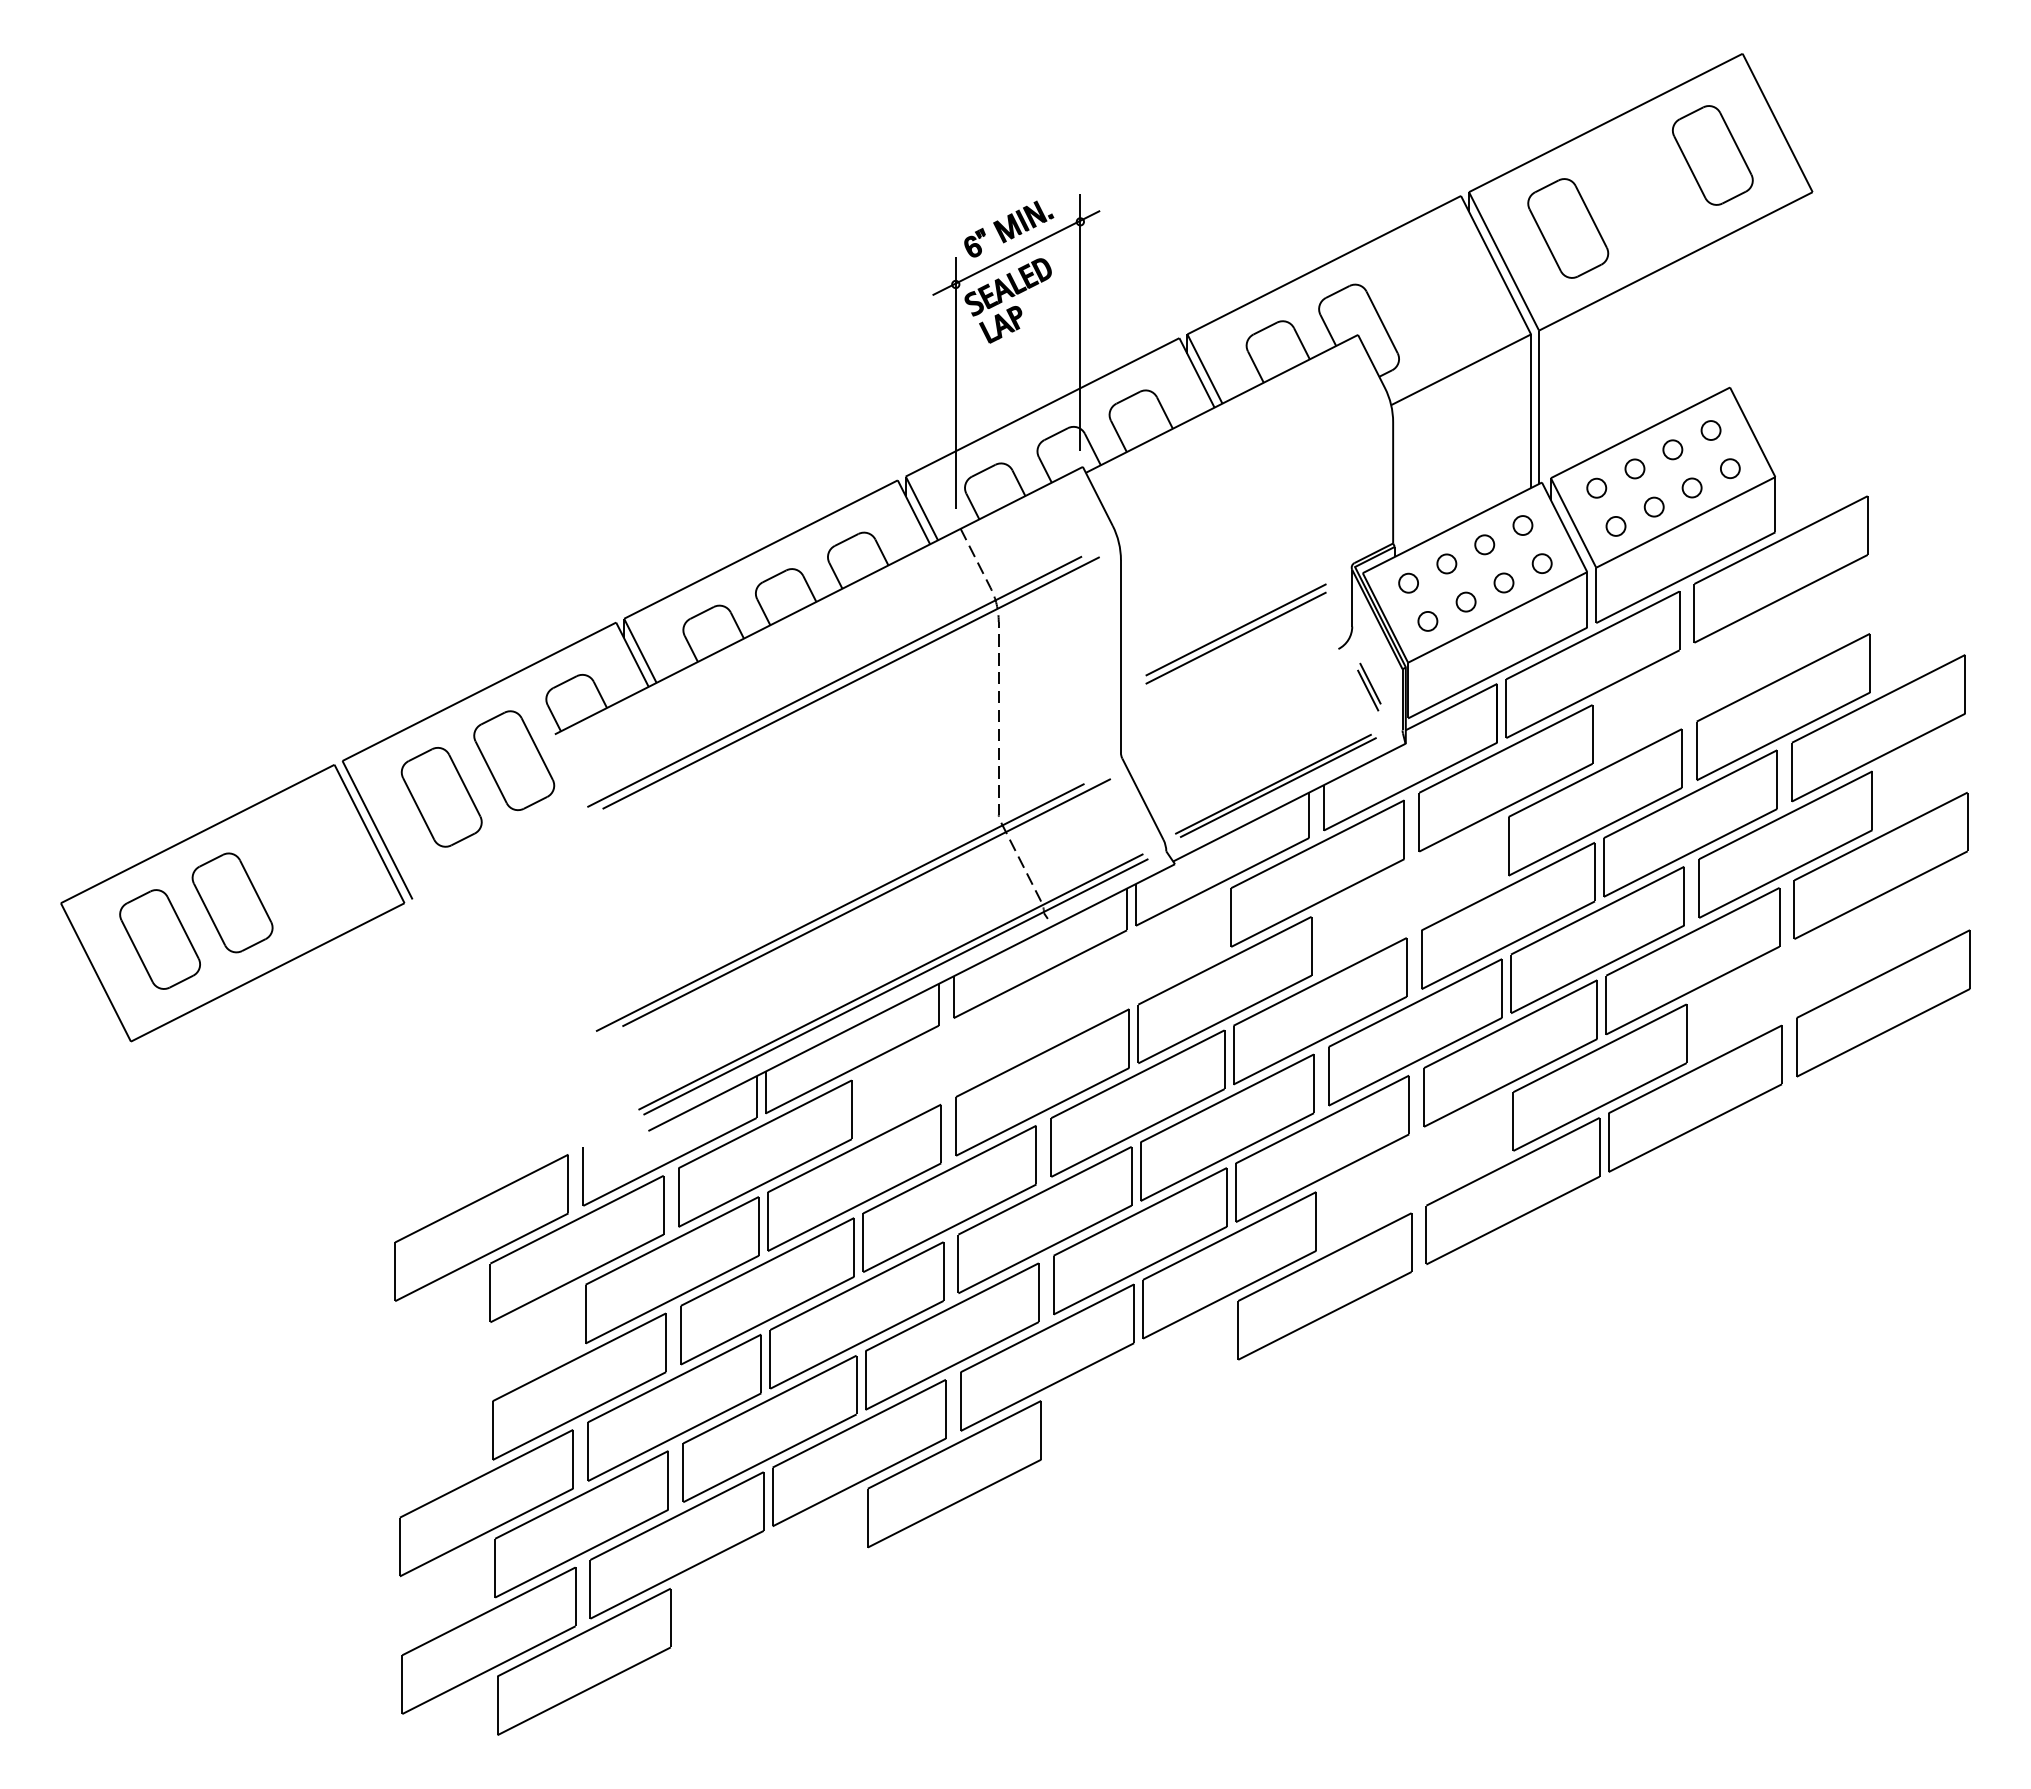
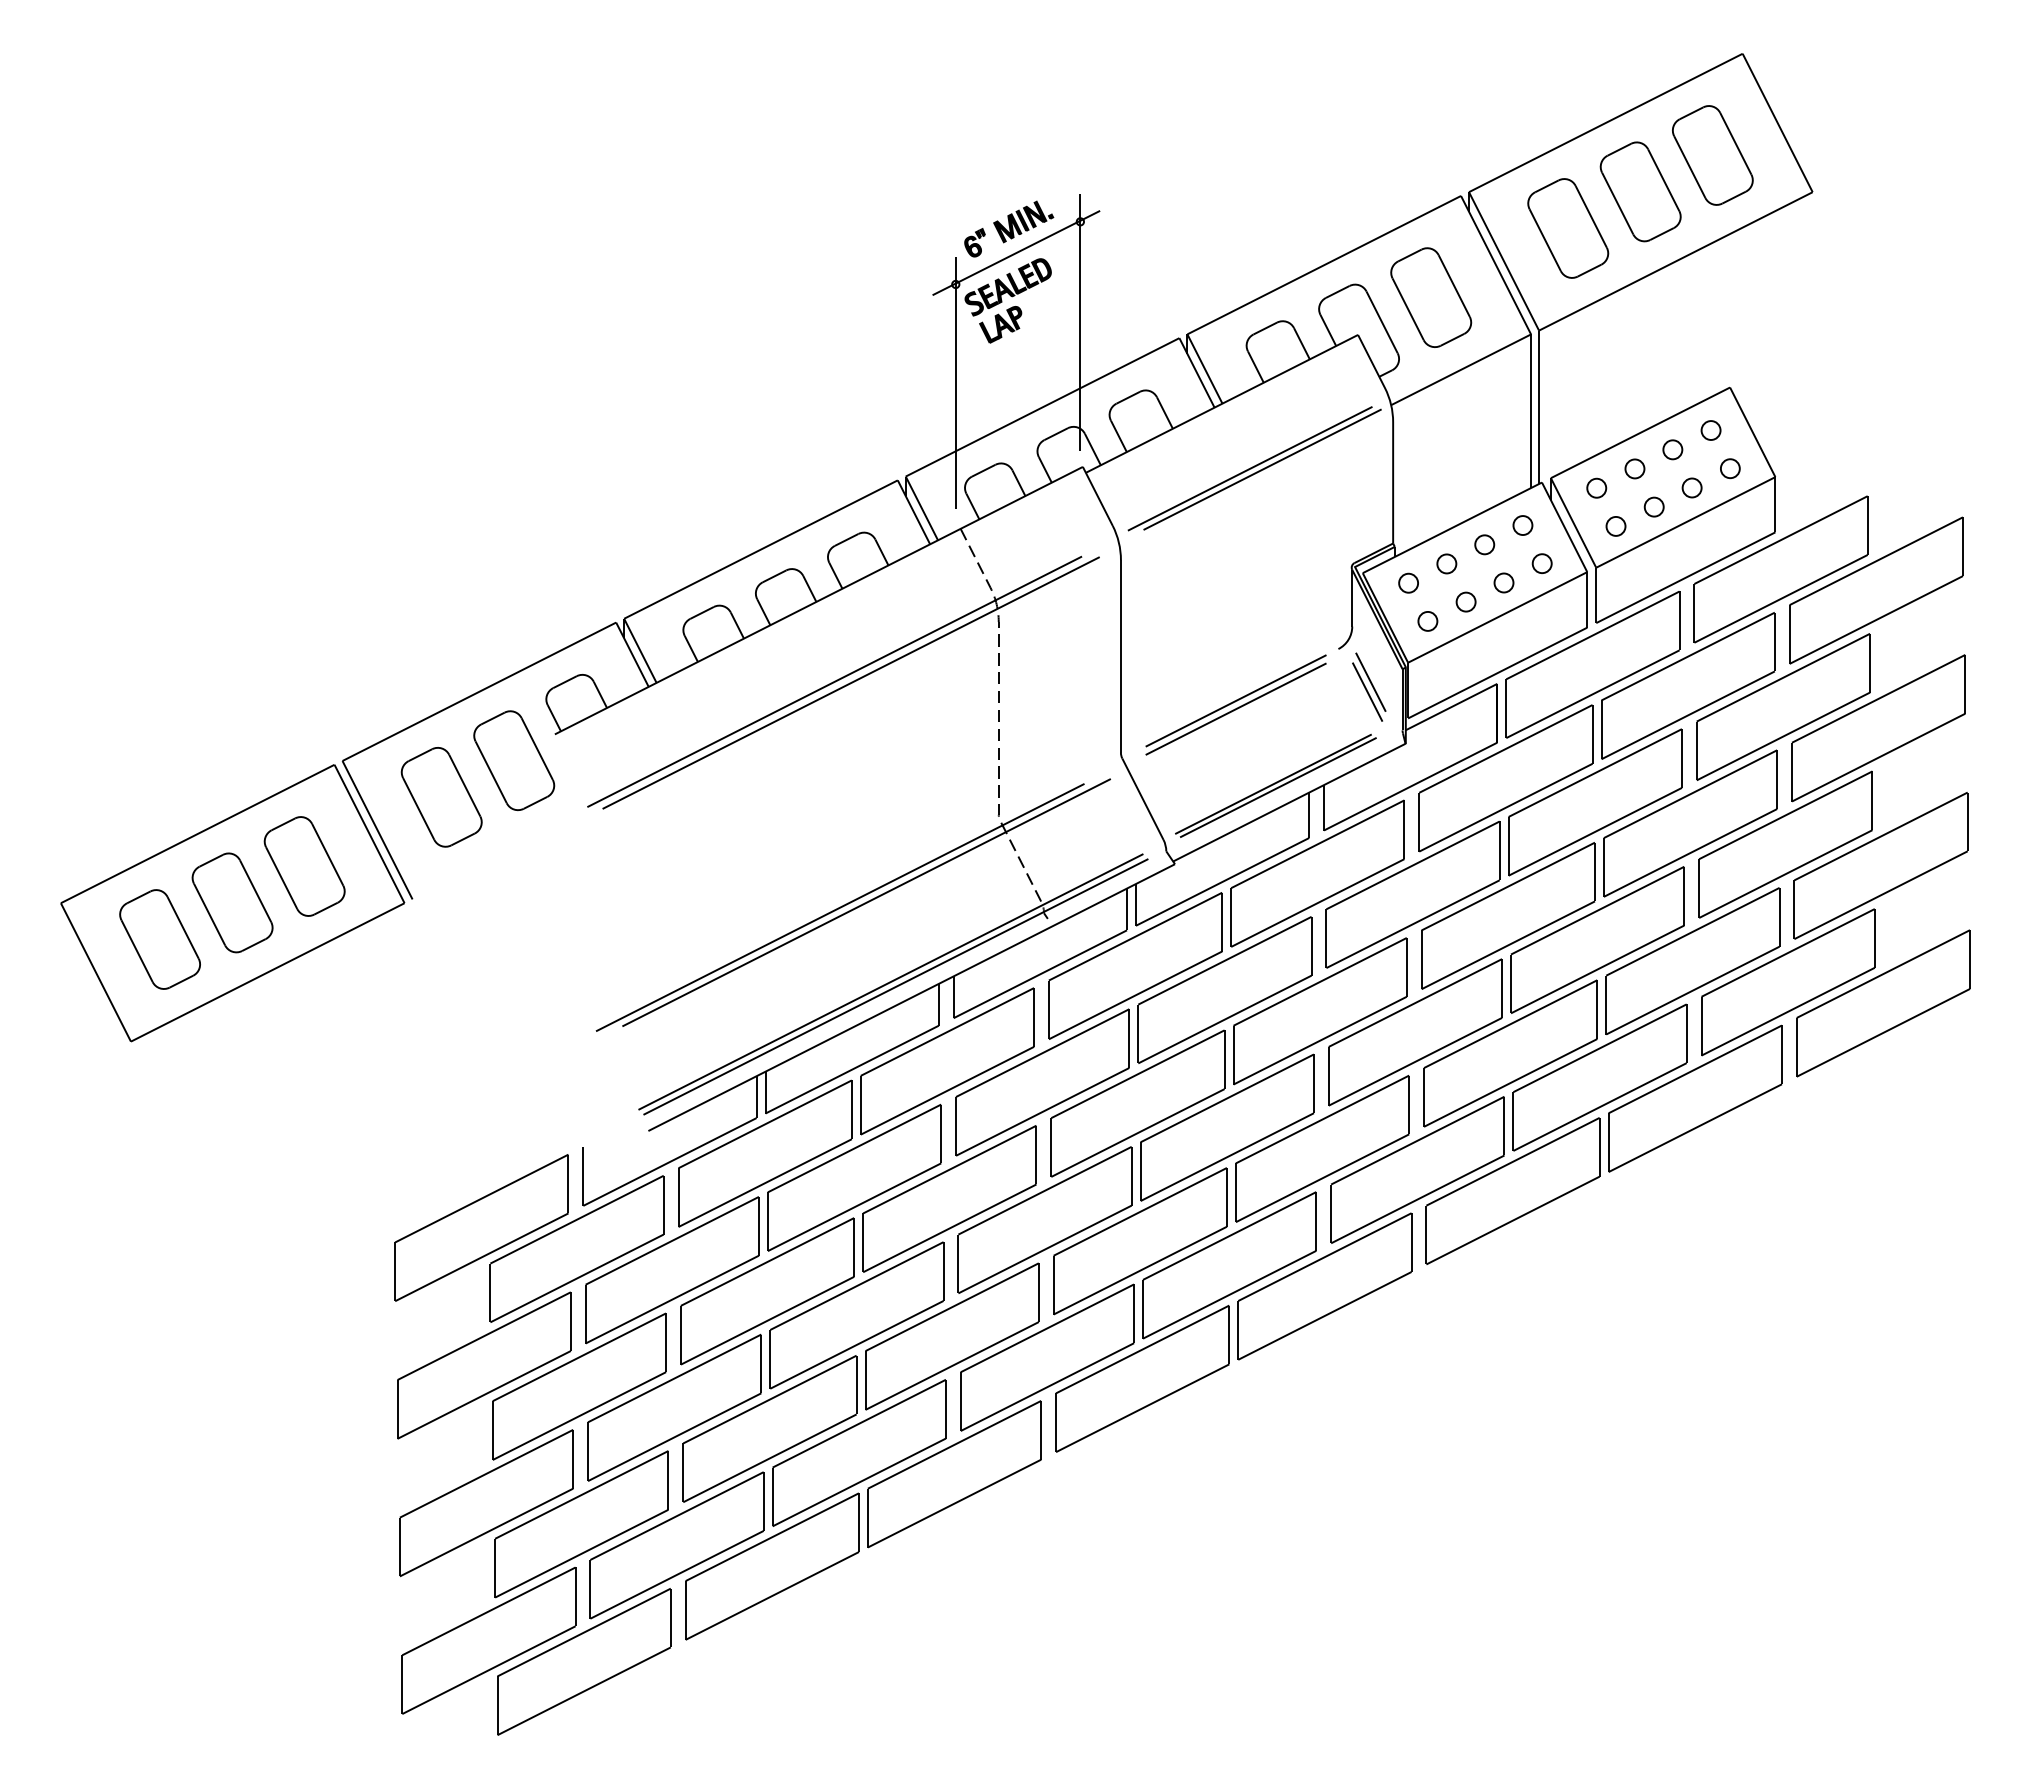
part at (1640, 191): none -> present
part at (1431, 297): none -> present
part at (1254, 468): none -> present
part at (1876, 590): none -> present
part at (1235, 633) position: (1235, 633) -> (1235, 704)
part at (1688, 685): none -> present
part at (1369, 686) size: 25x50 px -> 35x70 px
part at (304, 866): none -> present
part at (1412, 894): none -> present
part at (1135, 965): none -> present
part at (1788, 982): none -> present
part at (947, 1061): none -> present
part at (1417, 1169): none -> present
part at (484, 1365): none -> present
part at (1142, 1378): none -> present
part at (772, 1566): none -> present
